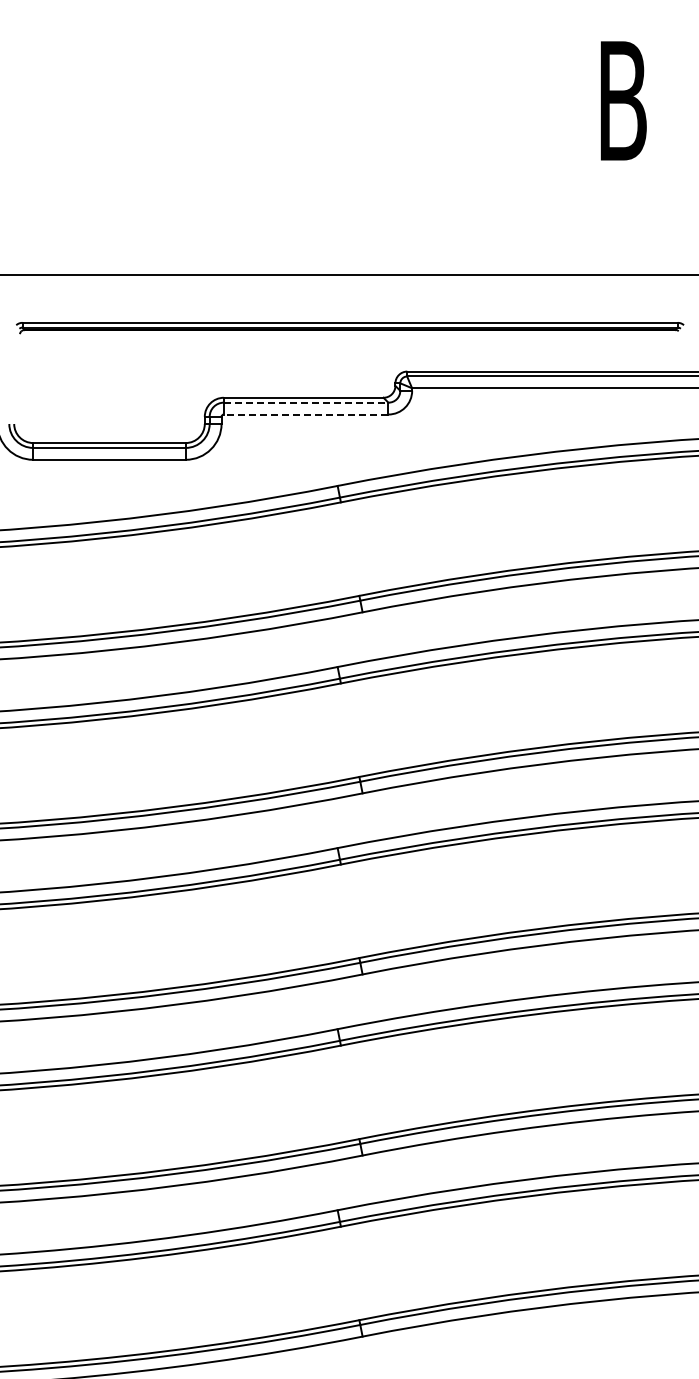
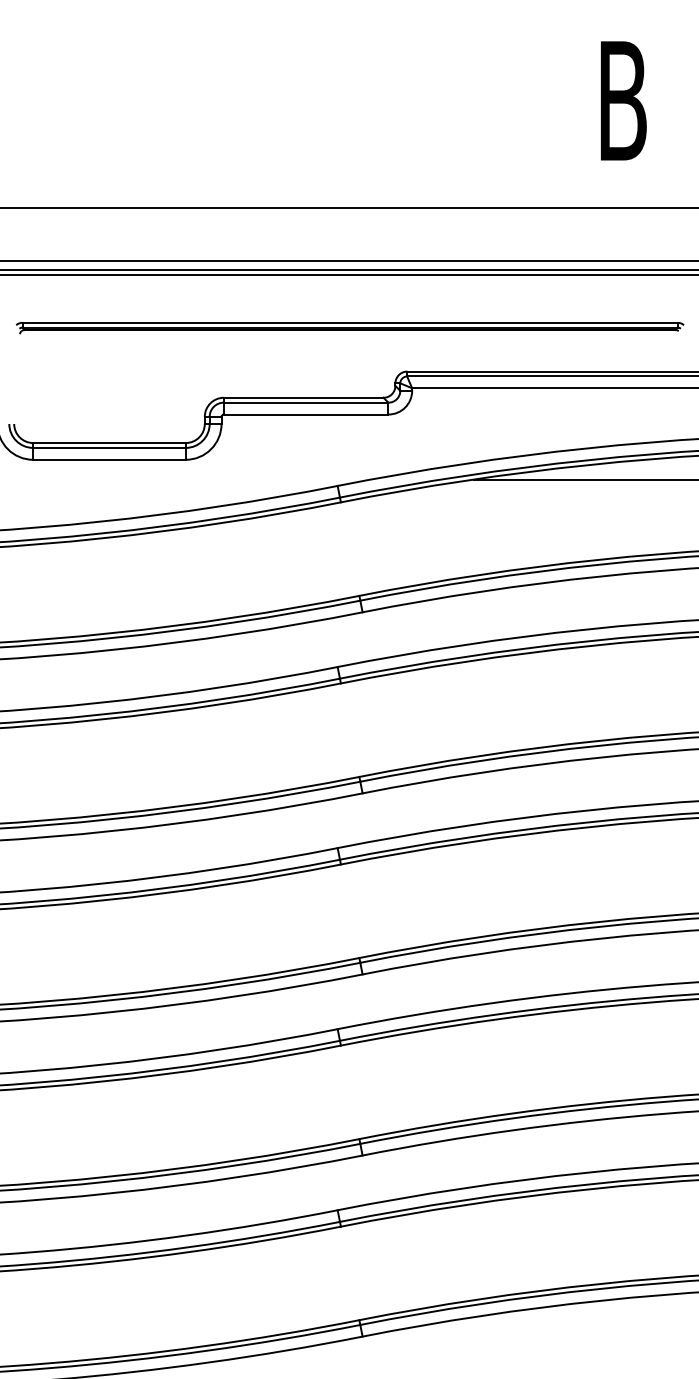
line at (348, 207): none -> present
line at (348, 260): none -> present
line at (348, 270): none -> present
line at (306, 402): dashed -> solid
line at (305, 414): dashed -> solid
line at (584, 479): none -> present
